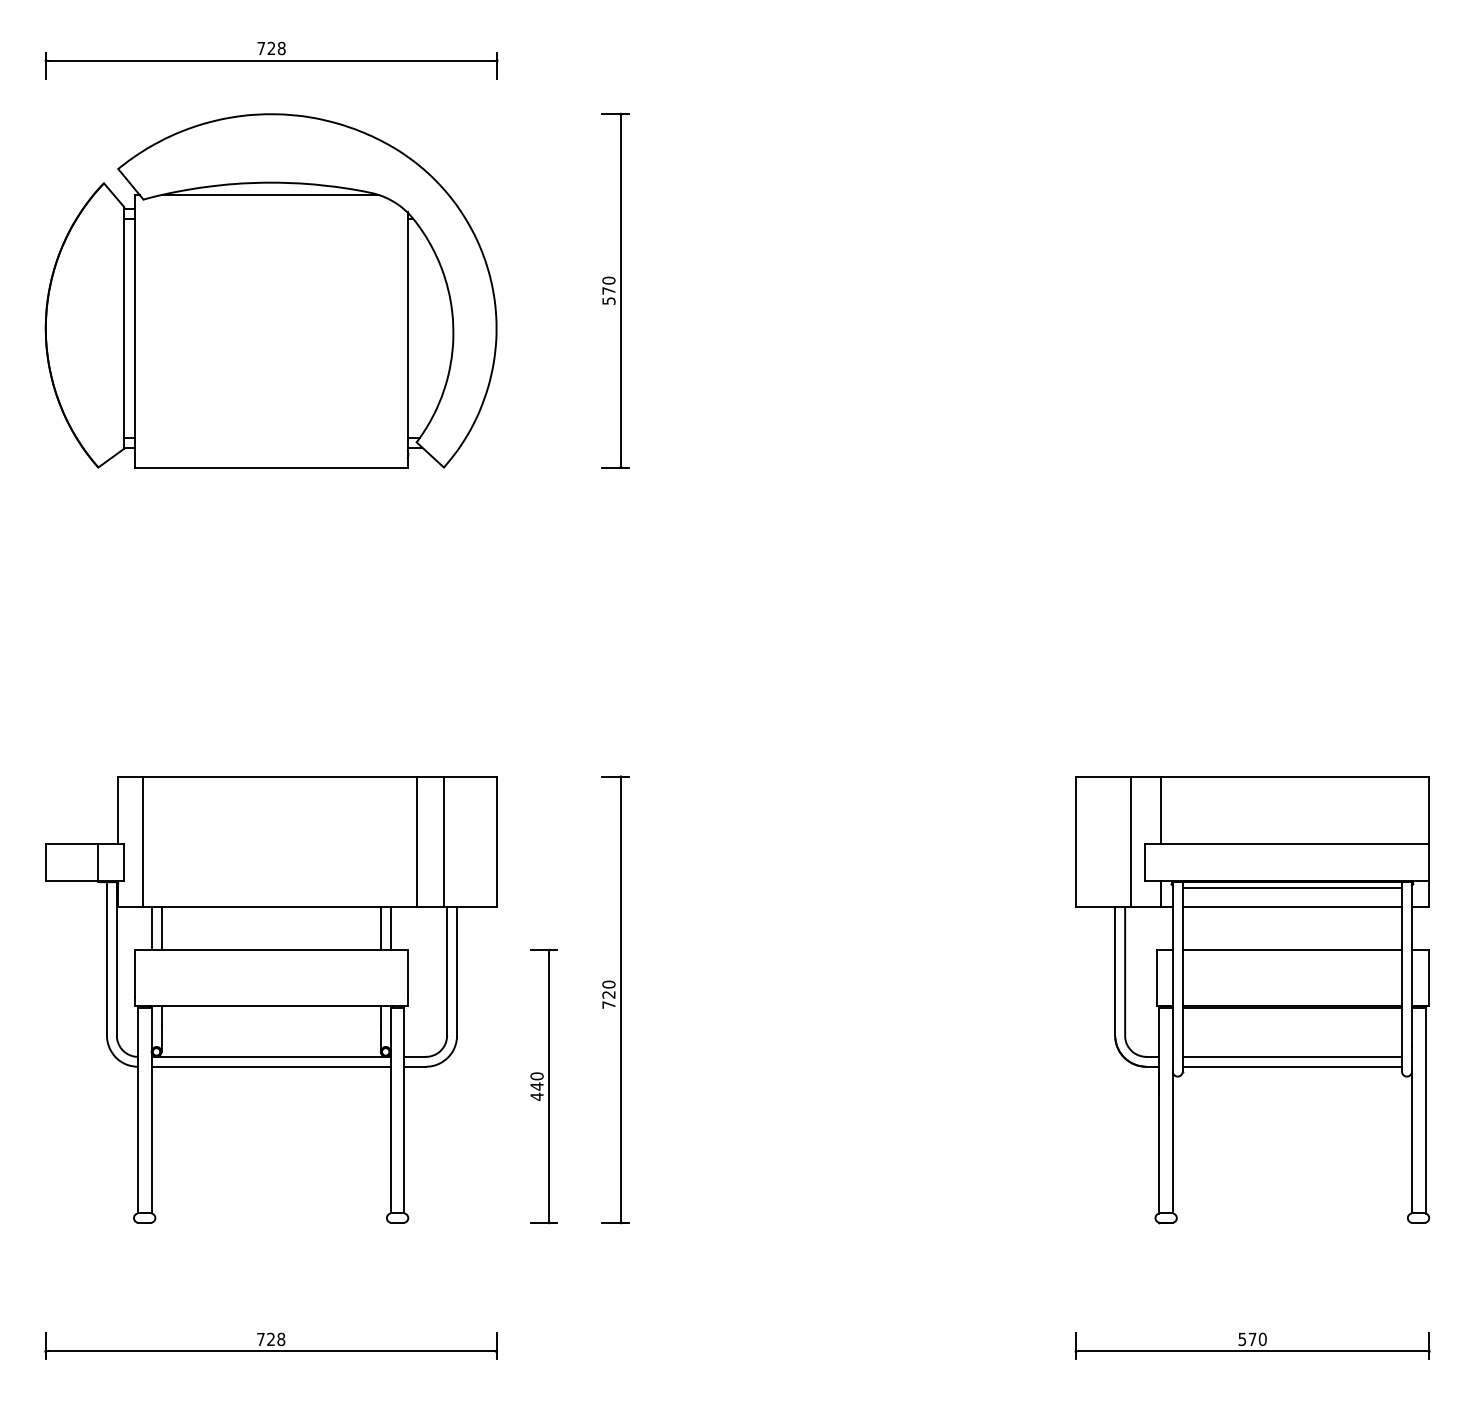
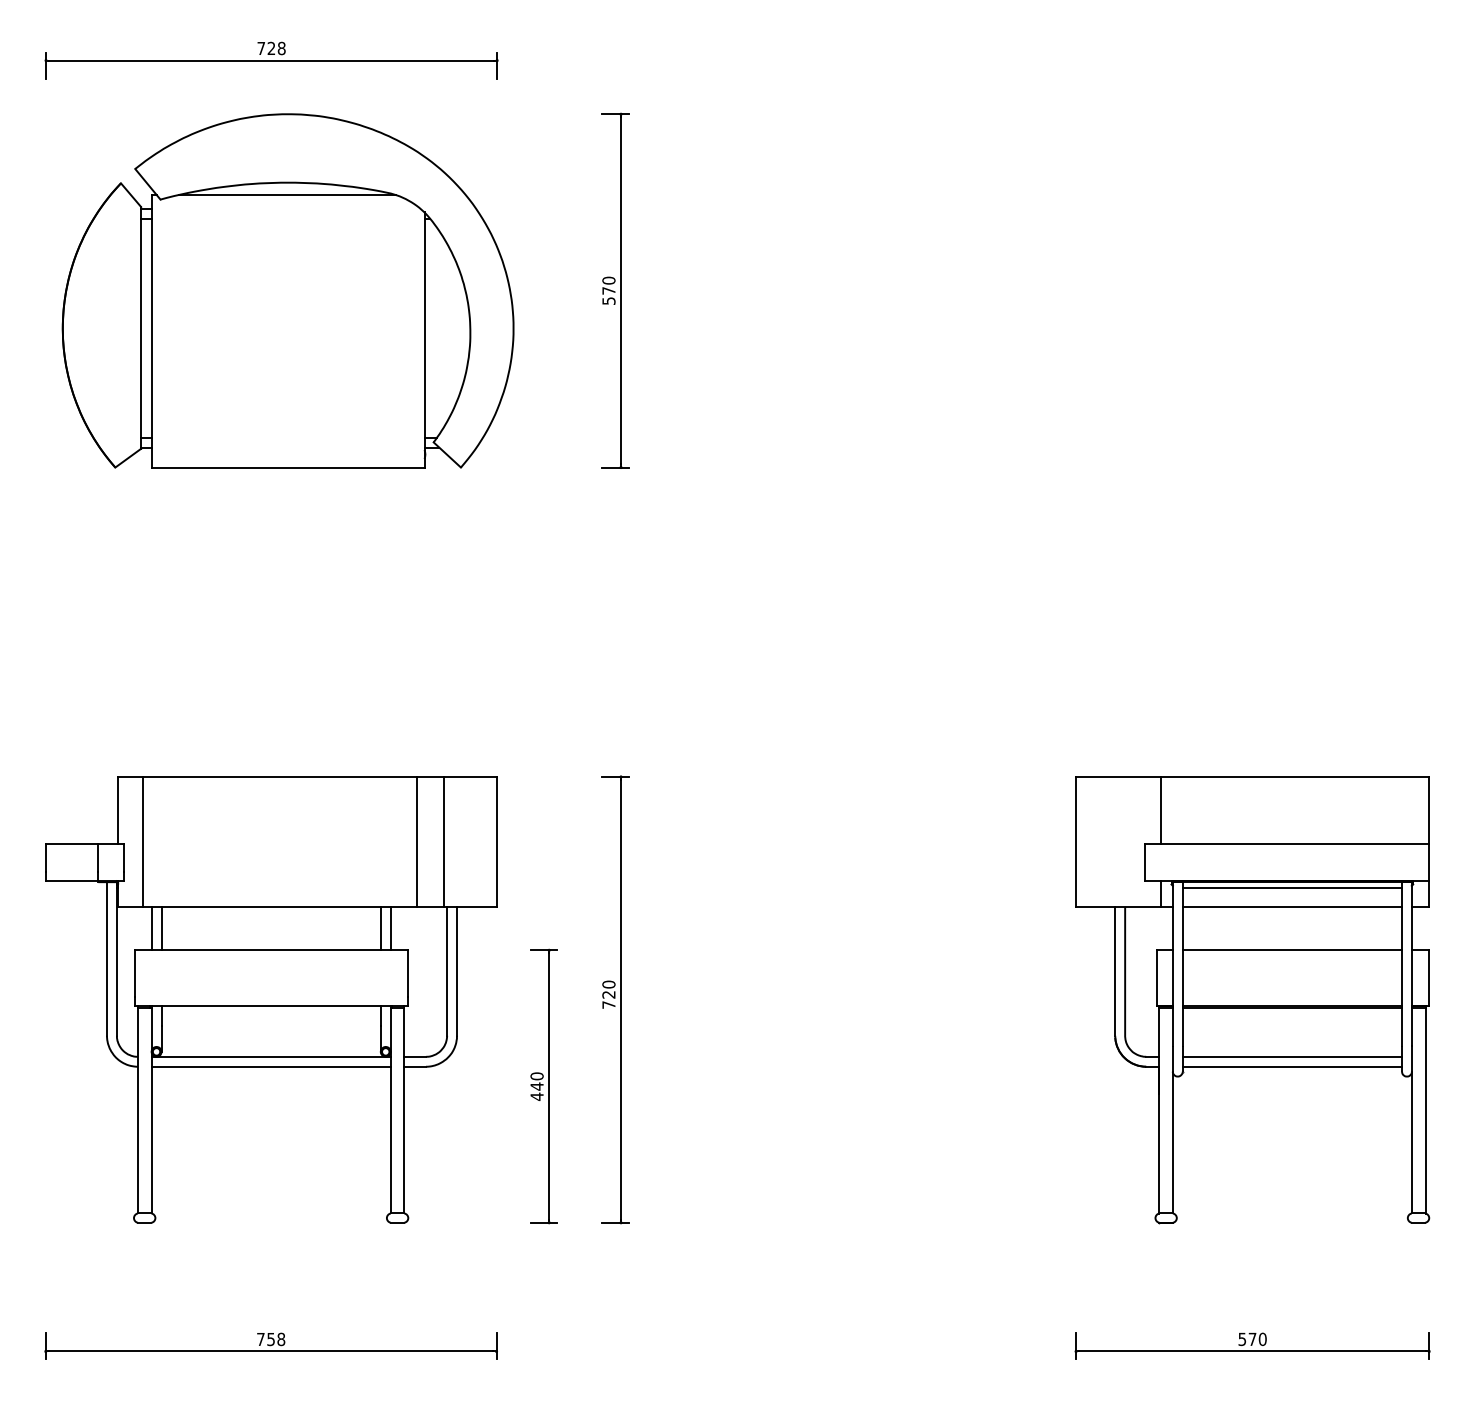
part at (270, 290) position: (270, 290) -> (287, 290)
line at (1130, 841): present -> none
text at (270, 1339): 728 -> 758
